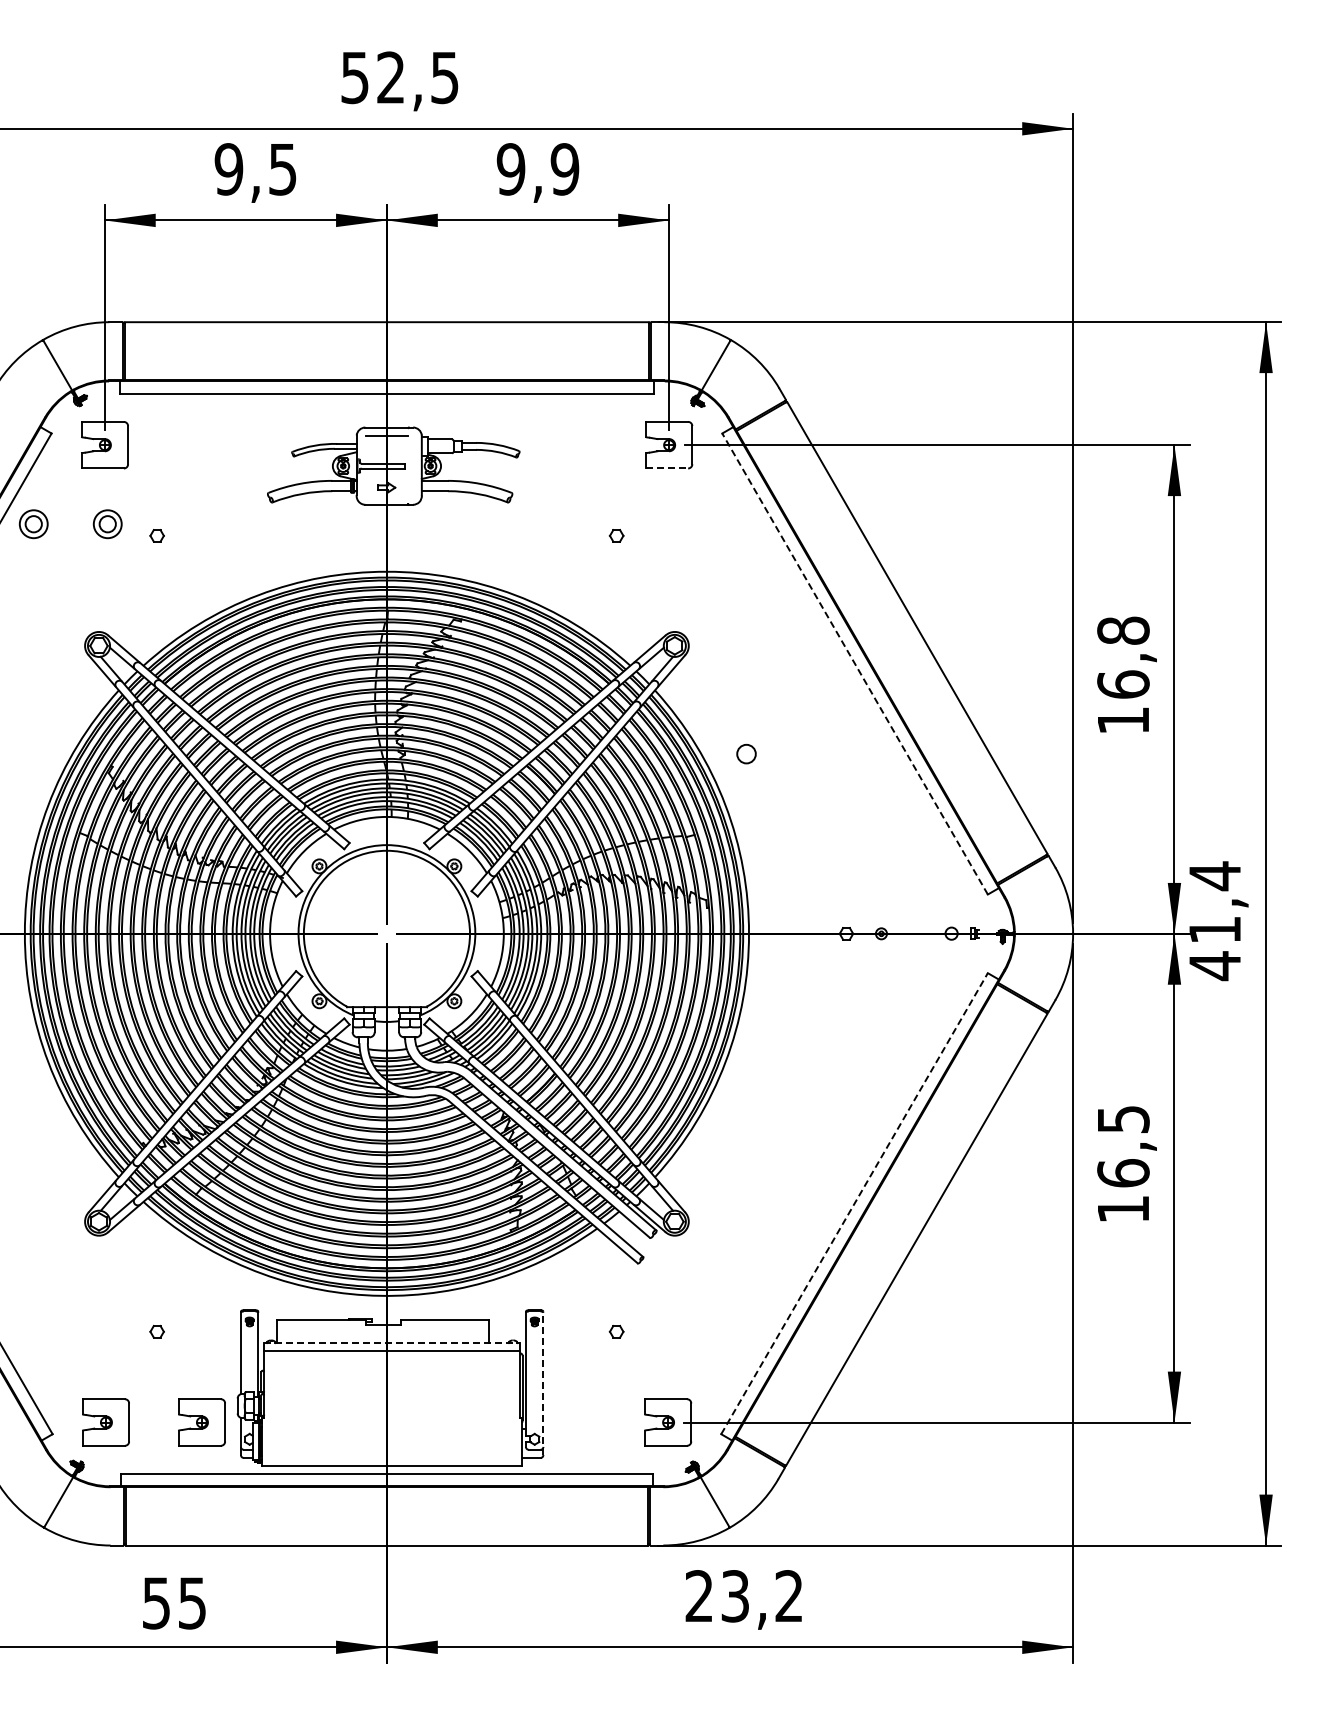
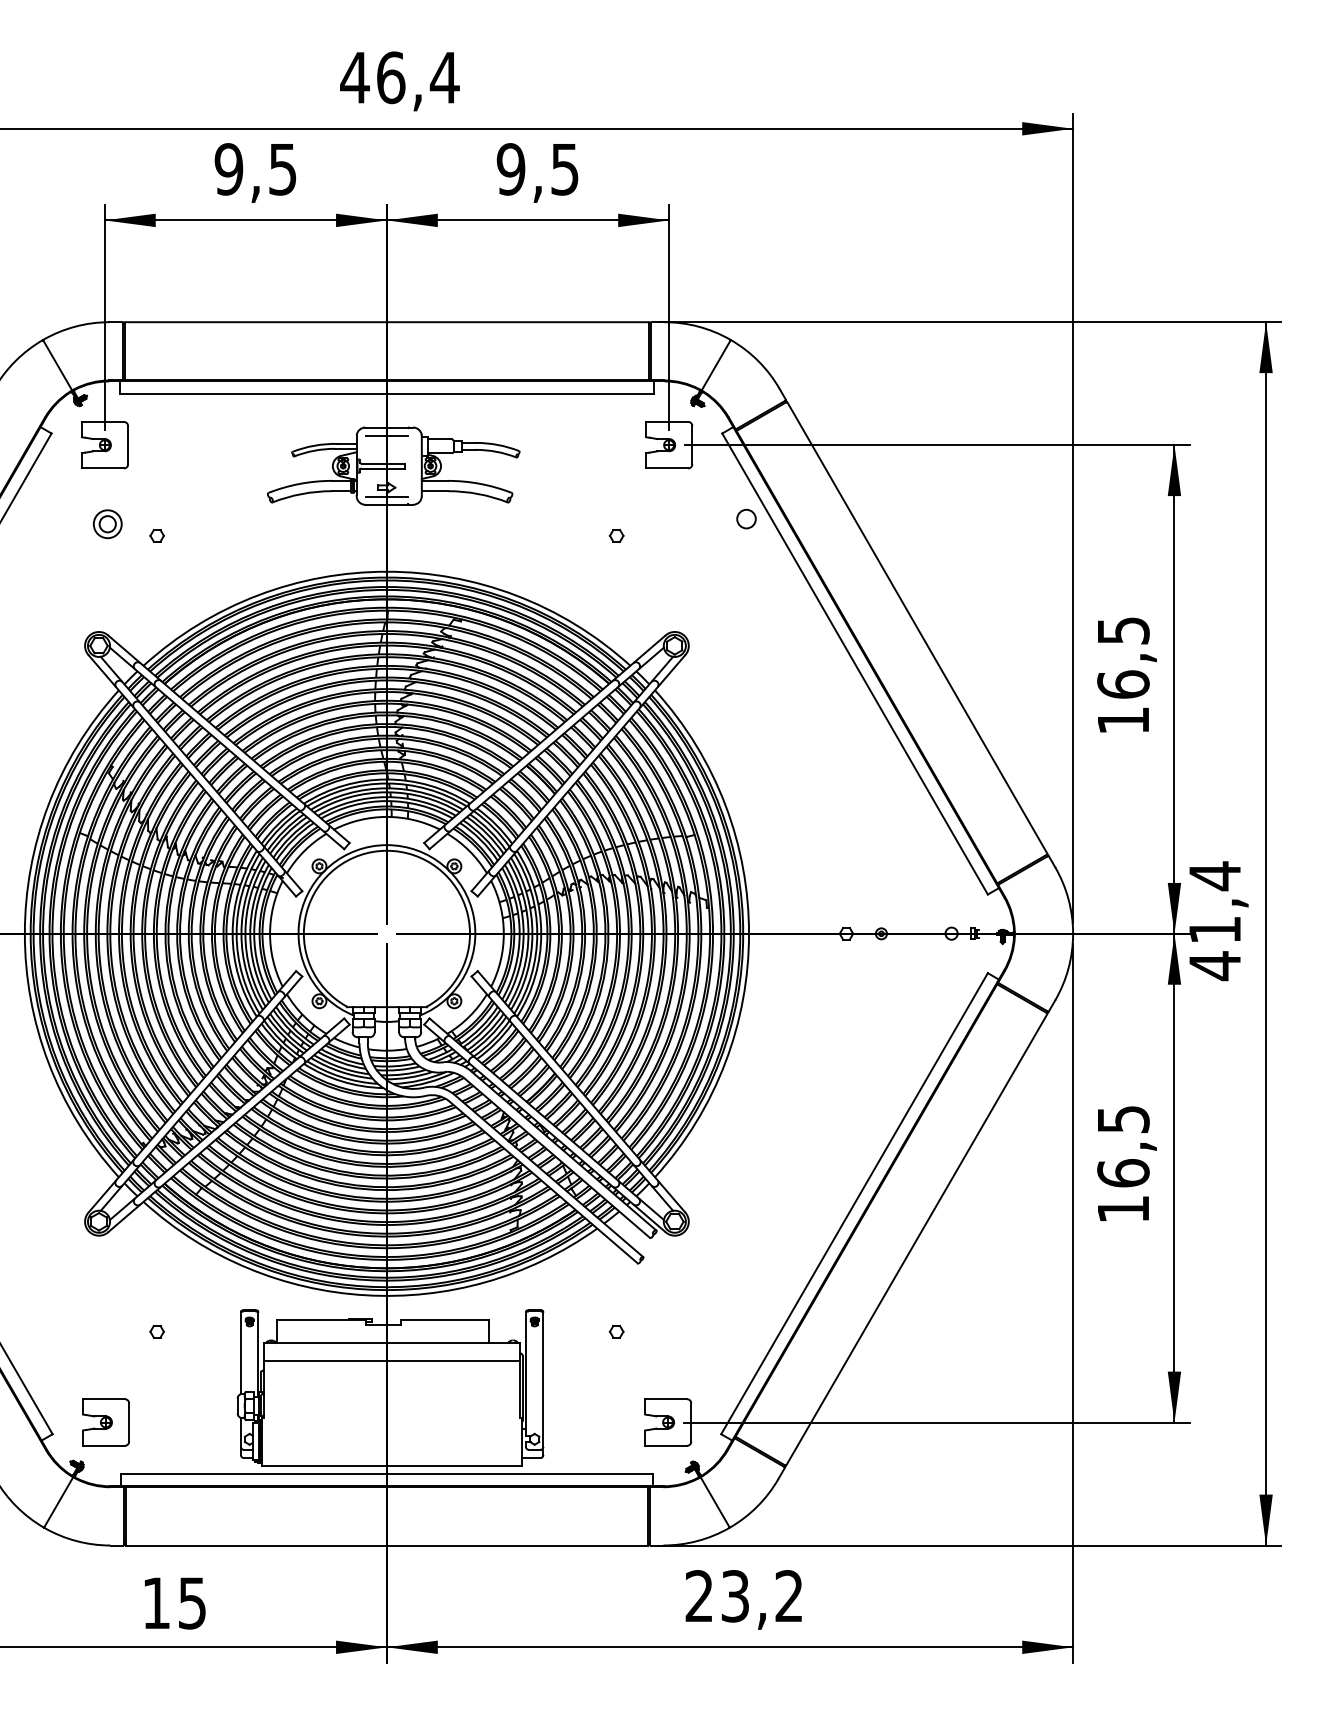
text at (399, 77): 52,5 -> 46,4
text at (564, 169): 9,9 -> 9,5
line at (667, 468): dashed -> solid
line at (386, 496): none -> present
part at (33, 524): present -> none
text at (1123, 630): 16,8 -> 16,5
line at (854, 663): dashed -> solid
circle at (746, 753) position: (746, 753) -> (746, 518)
line at (854, 1203): dashed -> solid
line at (392, 1343): dashed -> solid
line at (392, 1350) position: (392, 1350) -> (392, 1360)
line at (543, 1383): dashed -> solid
part at (201, 1422): present -> none
text at (156, 1603): 55 -> 15
